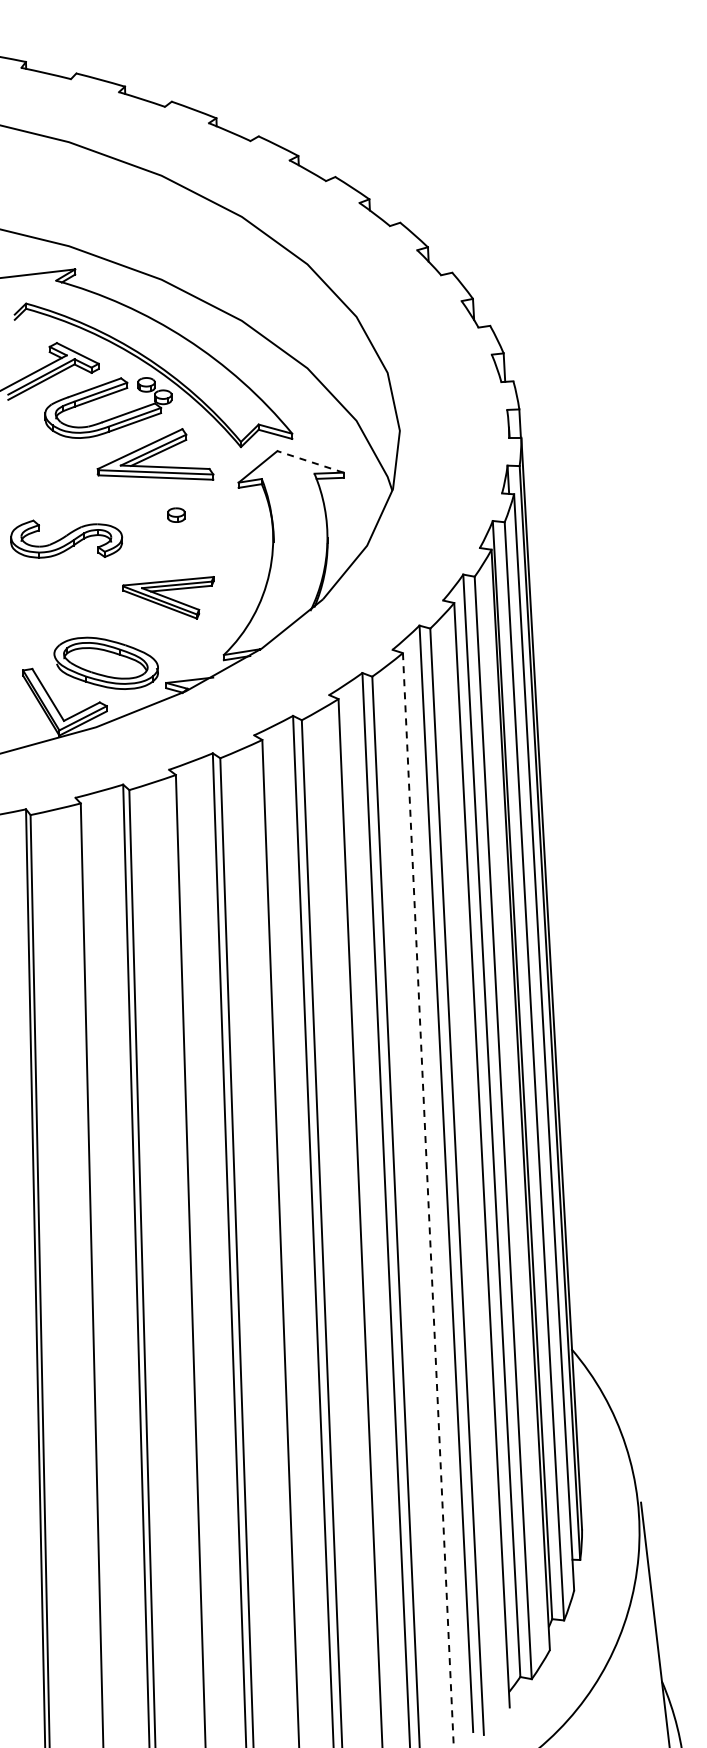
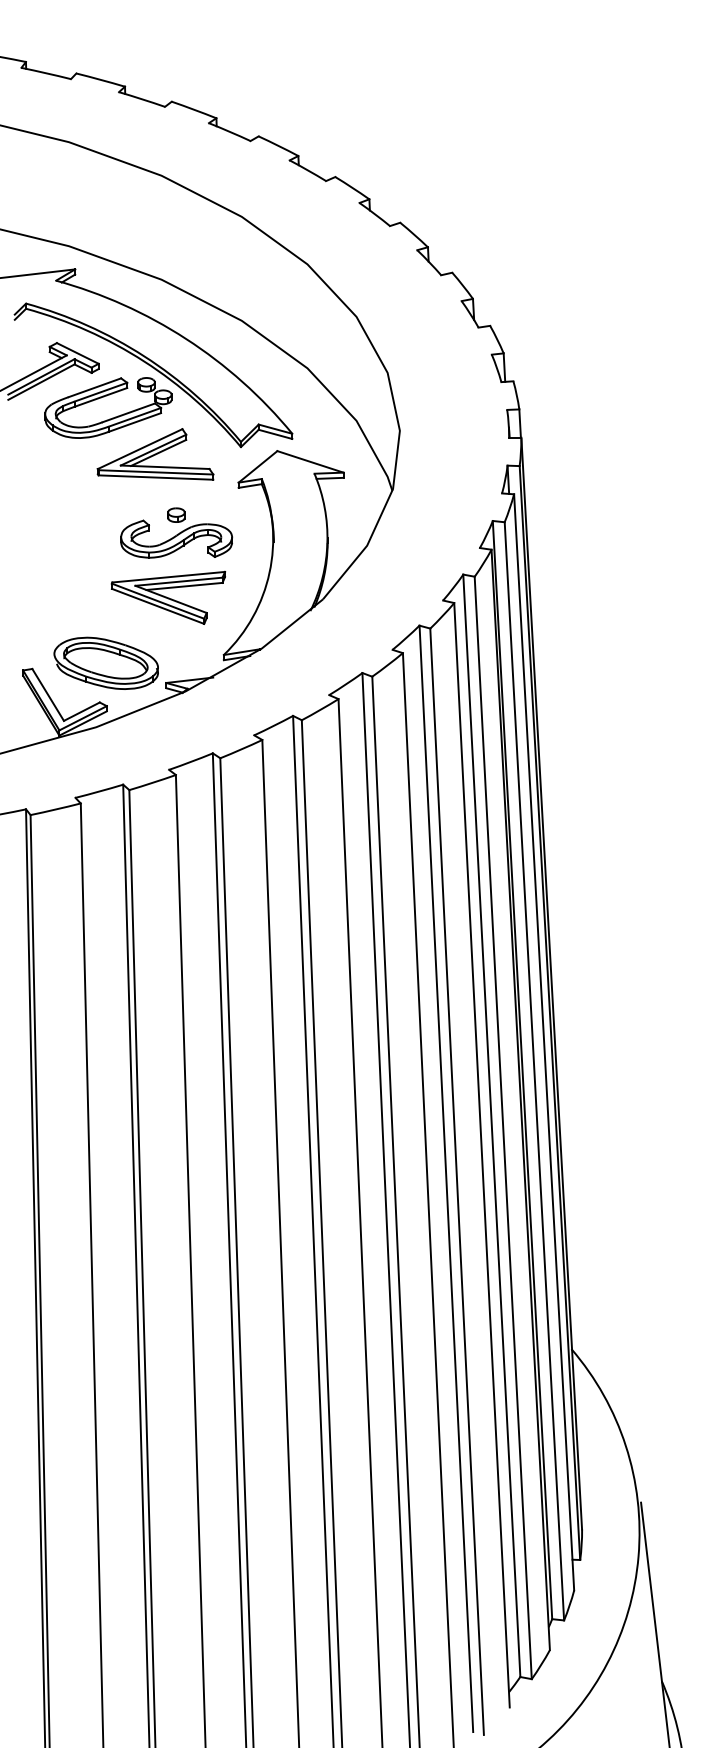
line at (310, 461): dashed -> solid
part at (66, 538) position: (66, 538) -> (176, 538)
part at (168, 597) size: 93x44 px -> 117x55 px
line at (428, 1200): dashed -> solid
